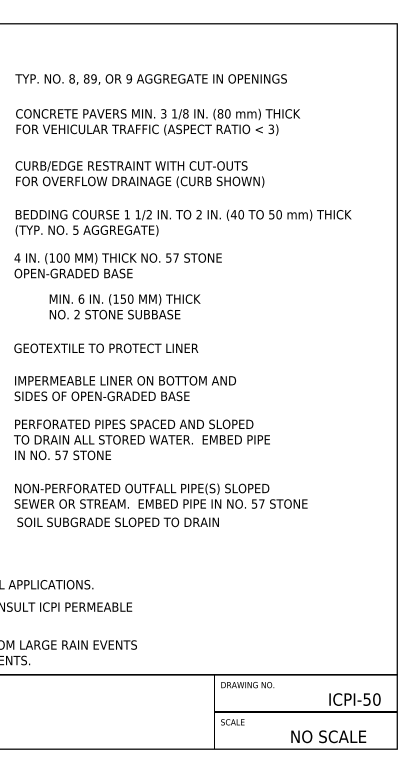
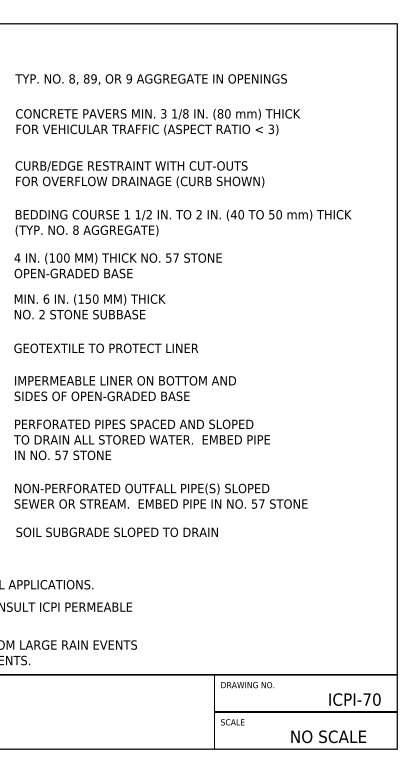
text at (75, 229): 5 -> 8
text at (124, 306) position: (124, 306) -> (89, 306)
text at (117, 522) position: (117, 522) -> (116, 532)
text at (366, 699): ICPI-50 -> ICPI-70
